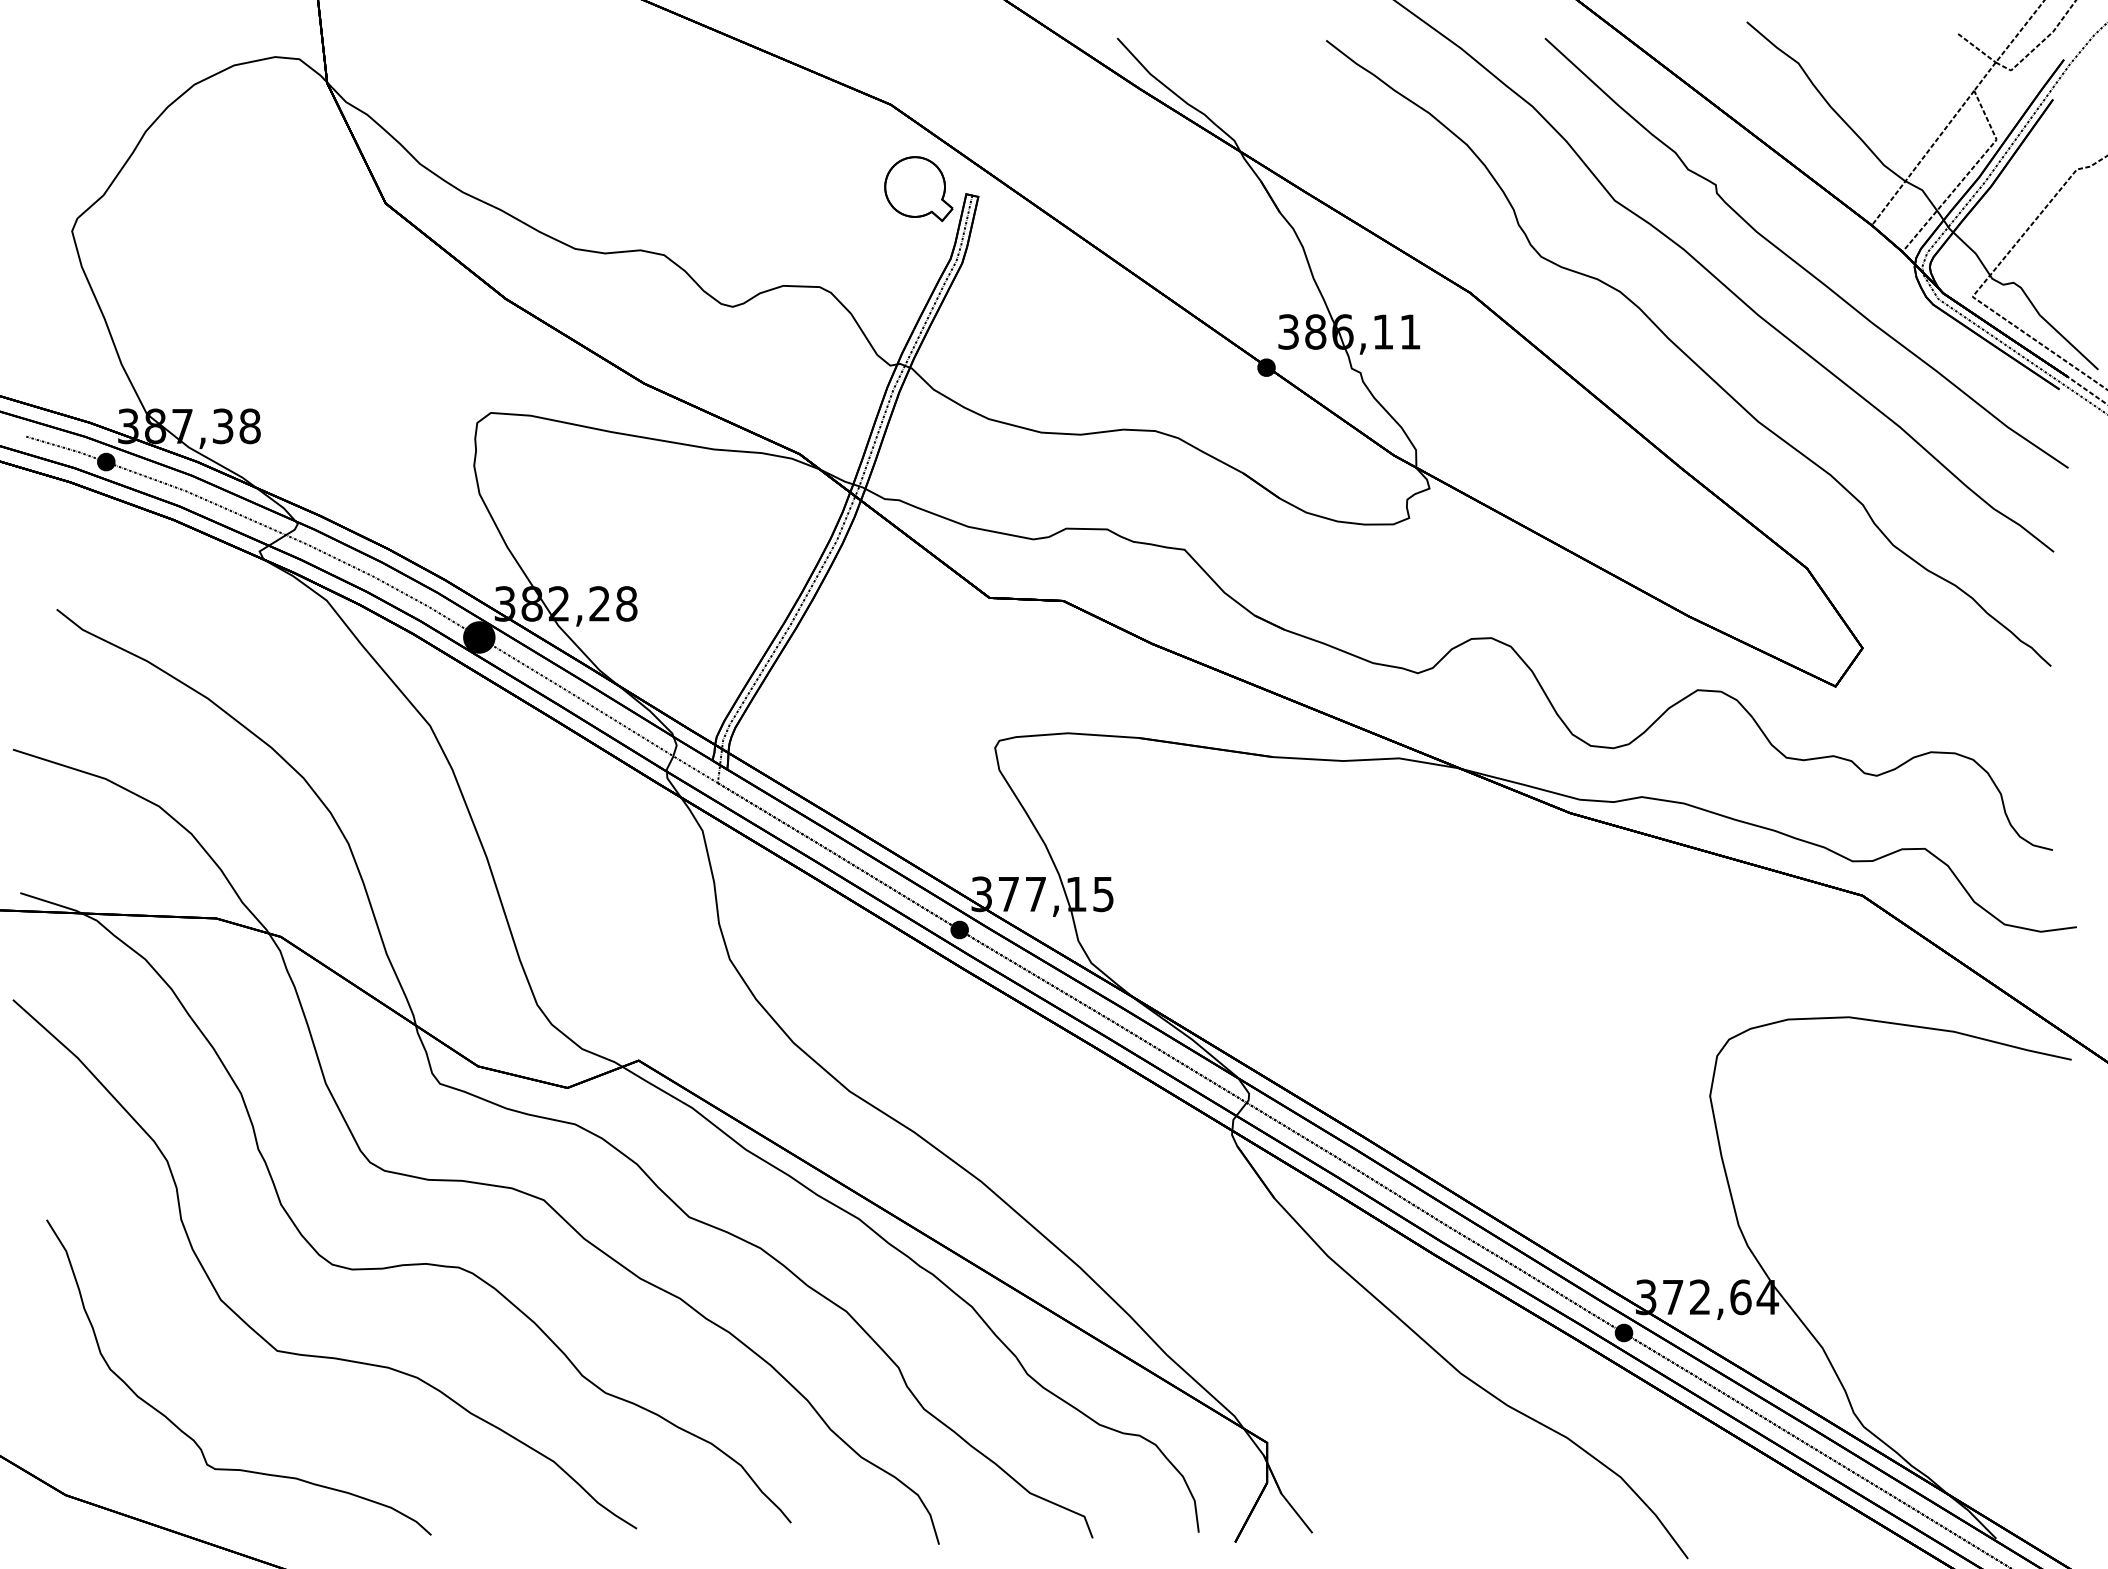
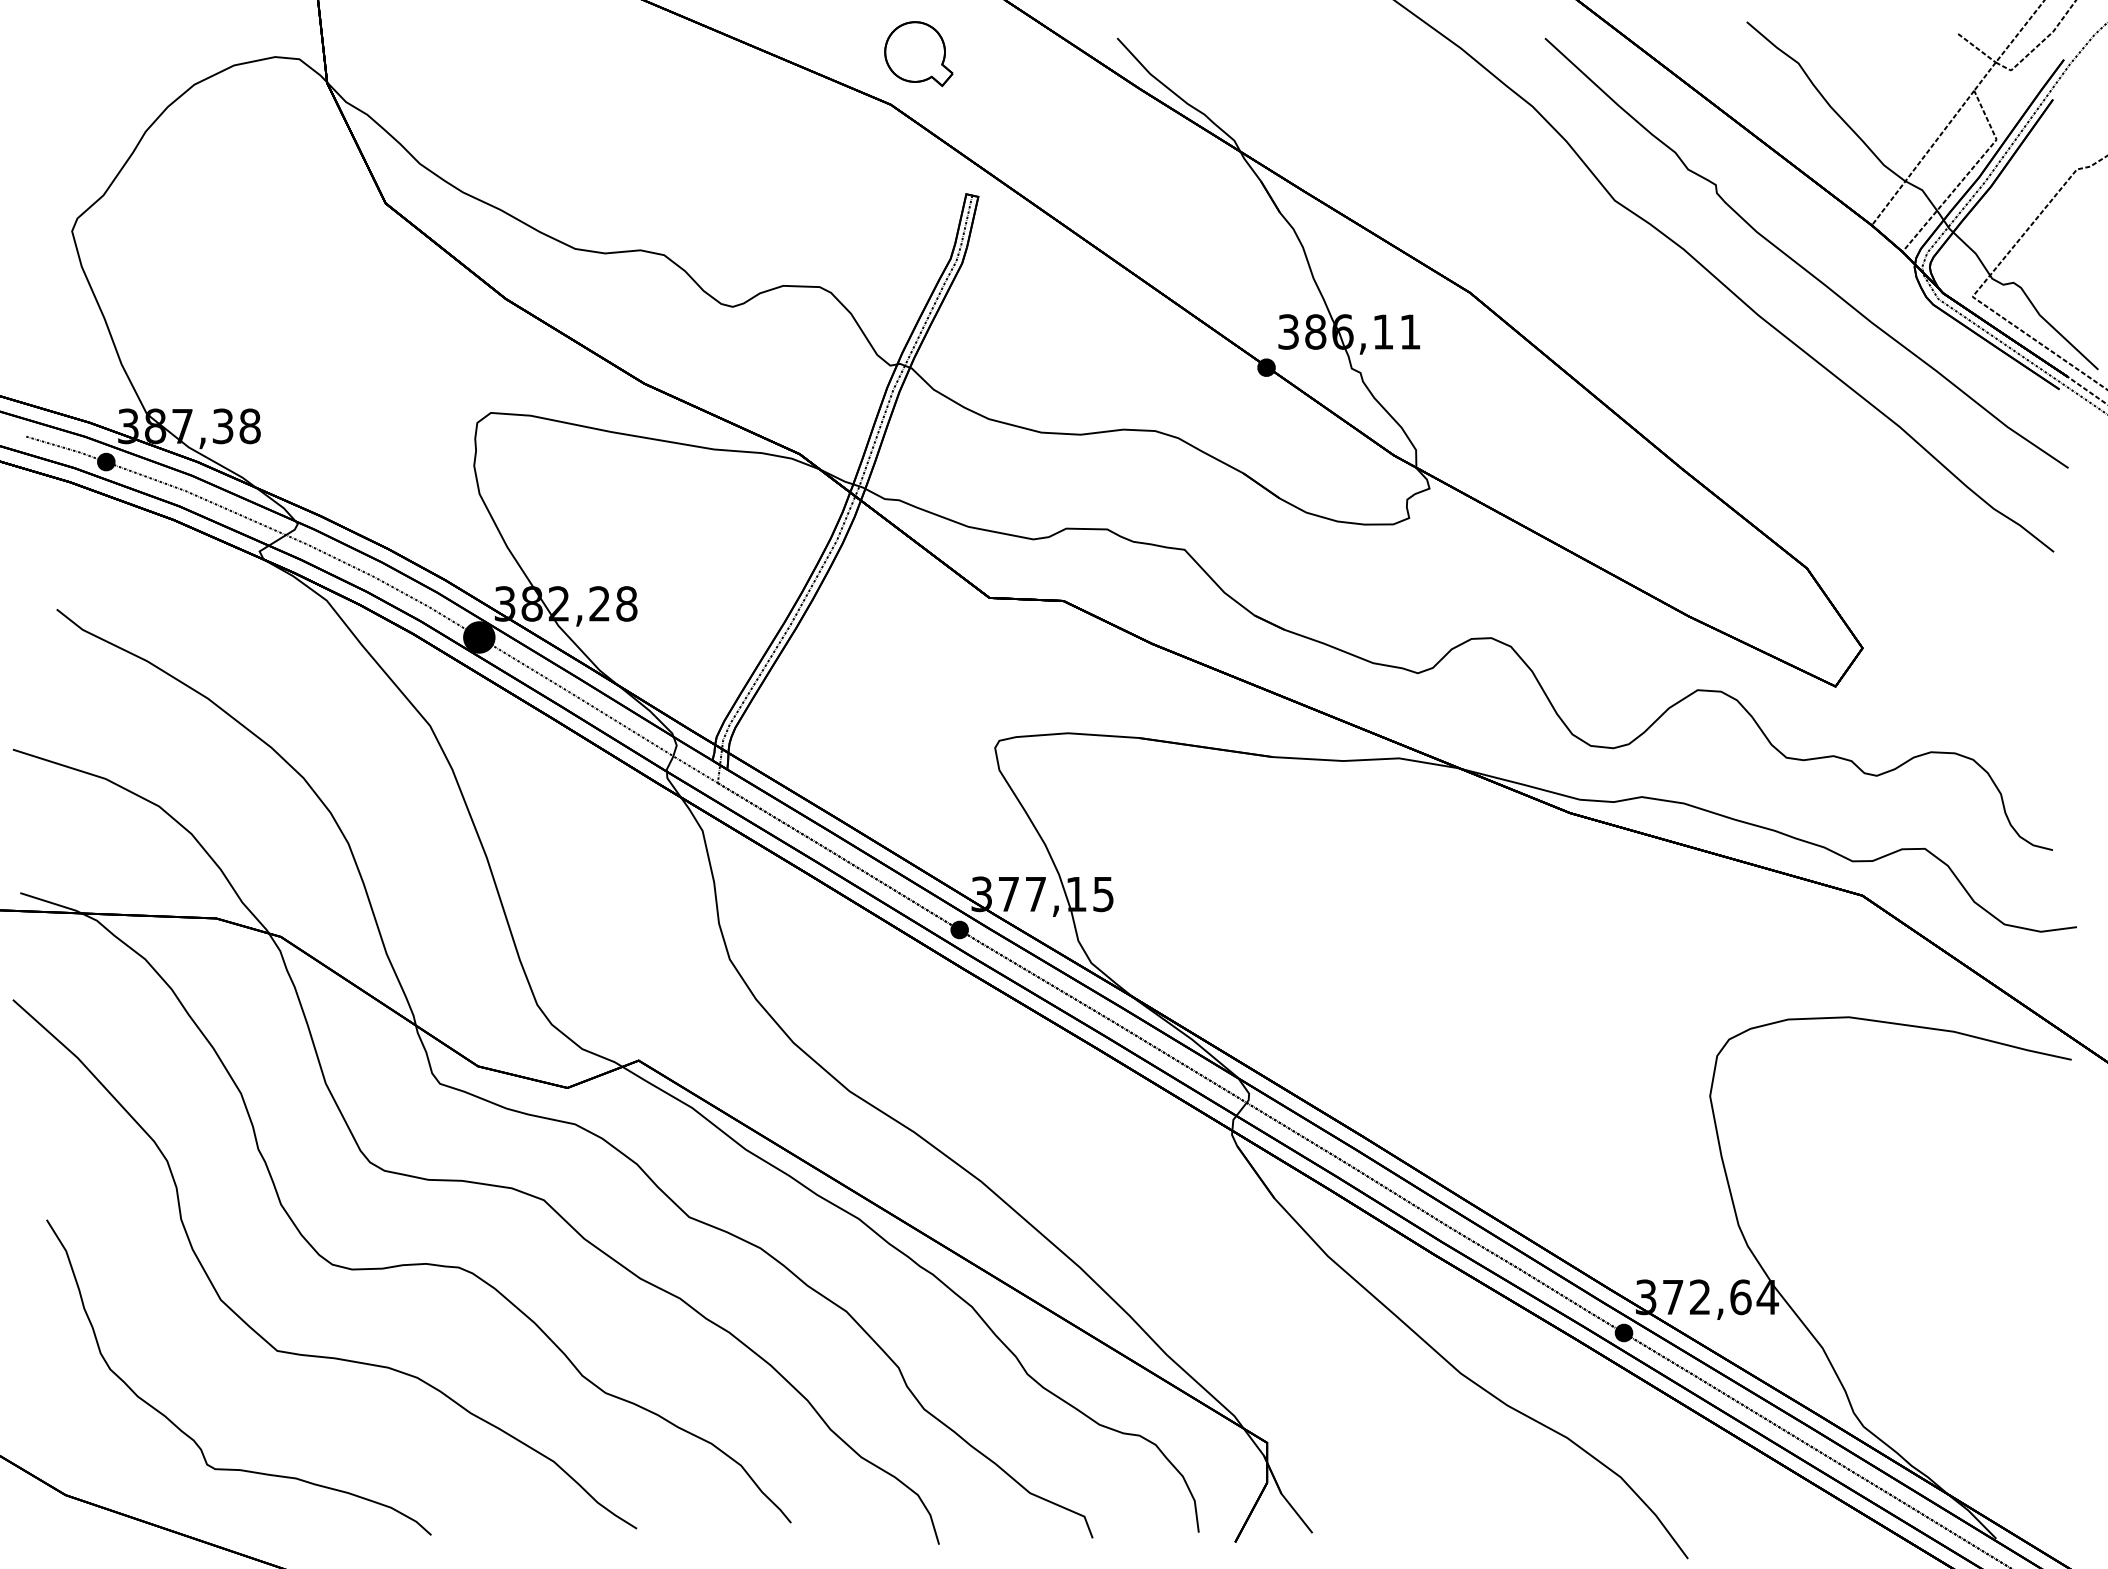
part at (918, 189) position: (918, 189) -> (918, 54)
curve at (1687, 354): present -> none
